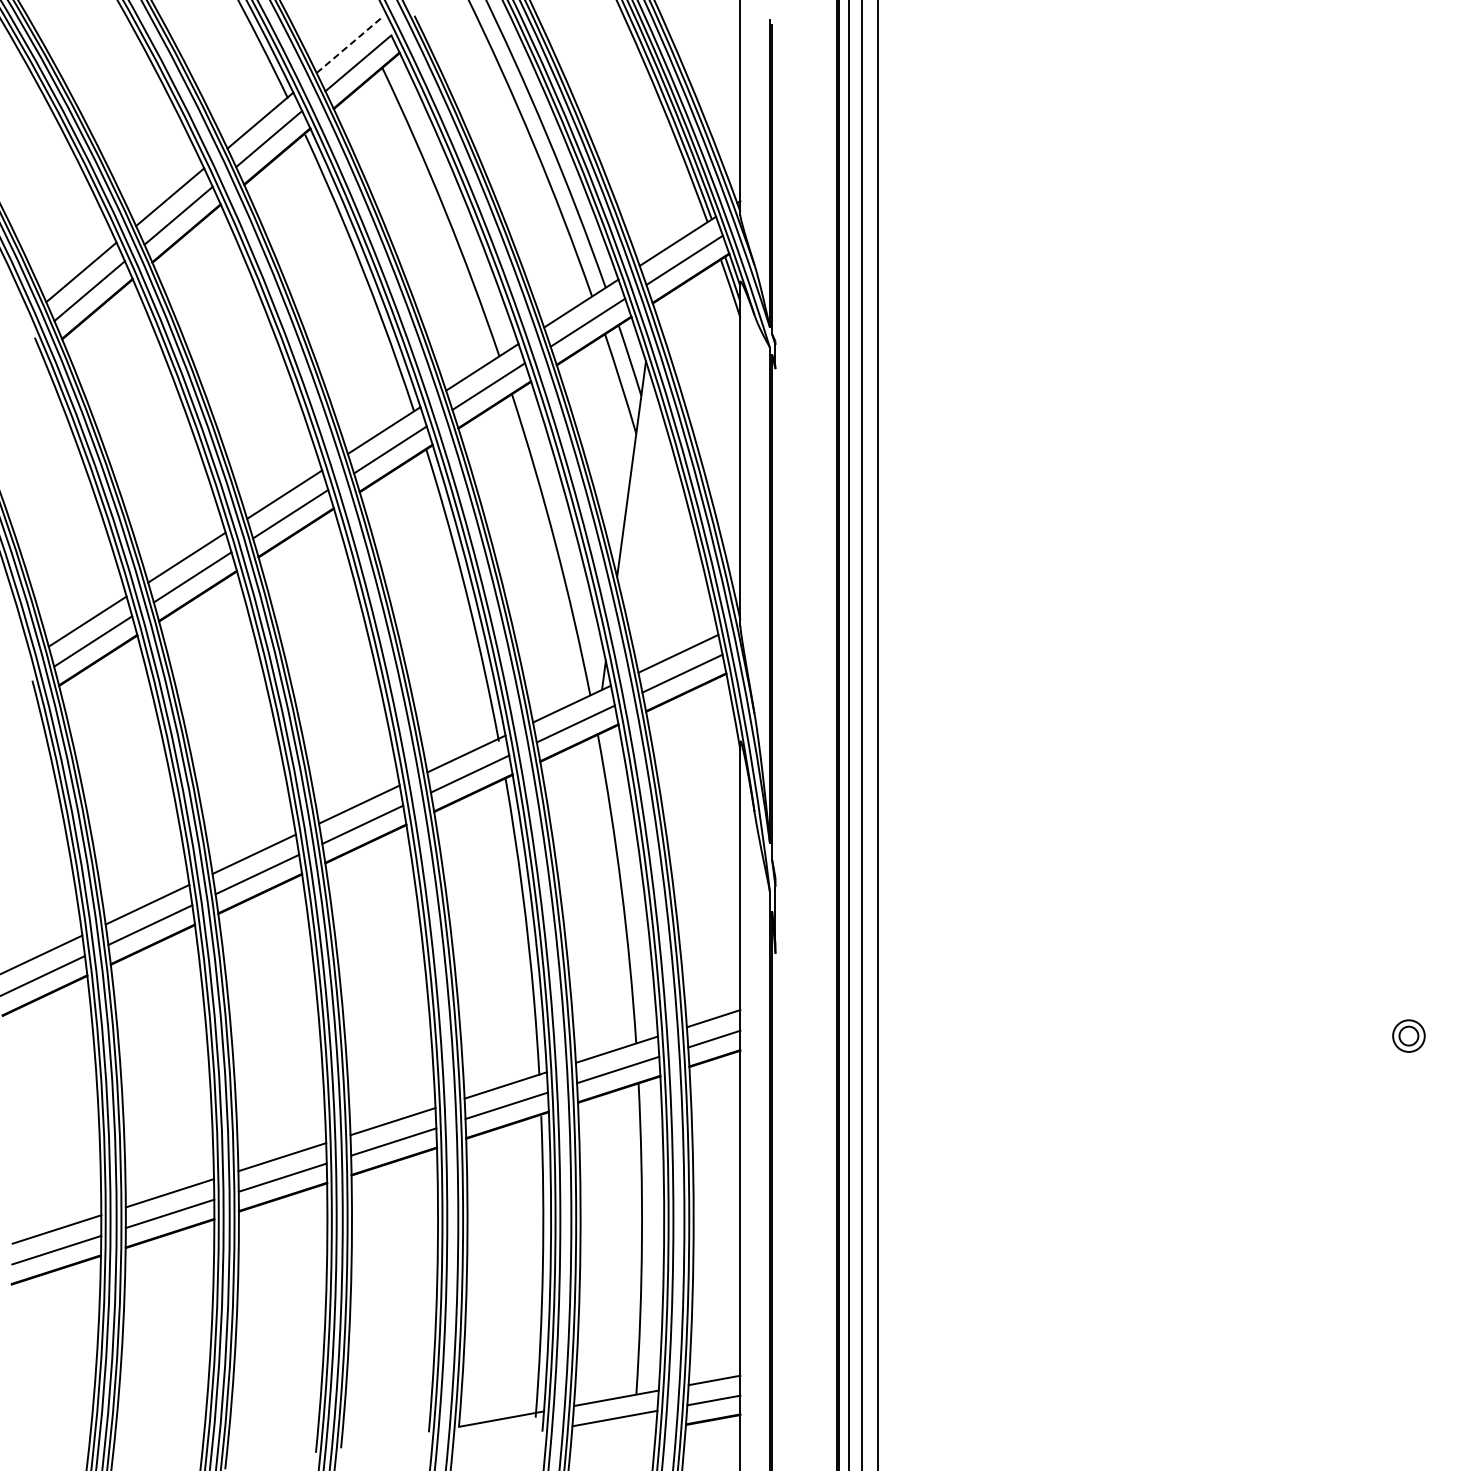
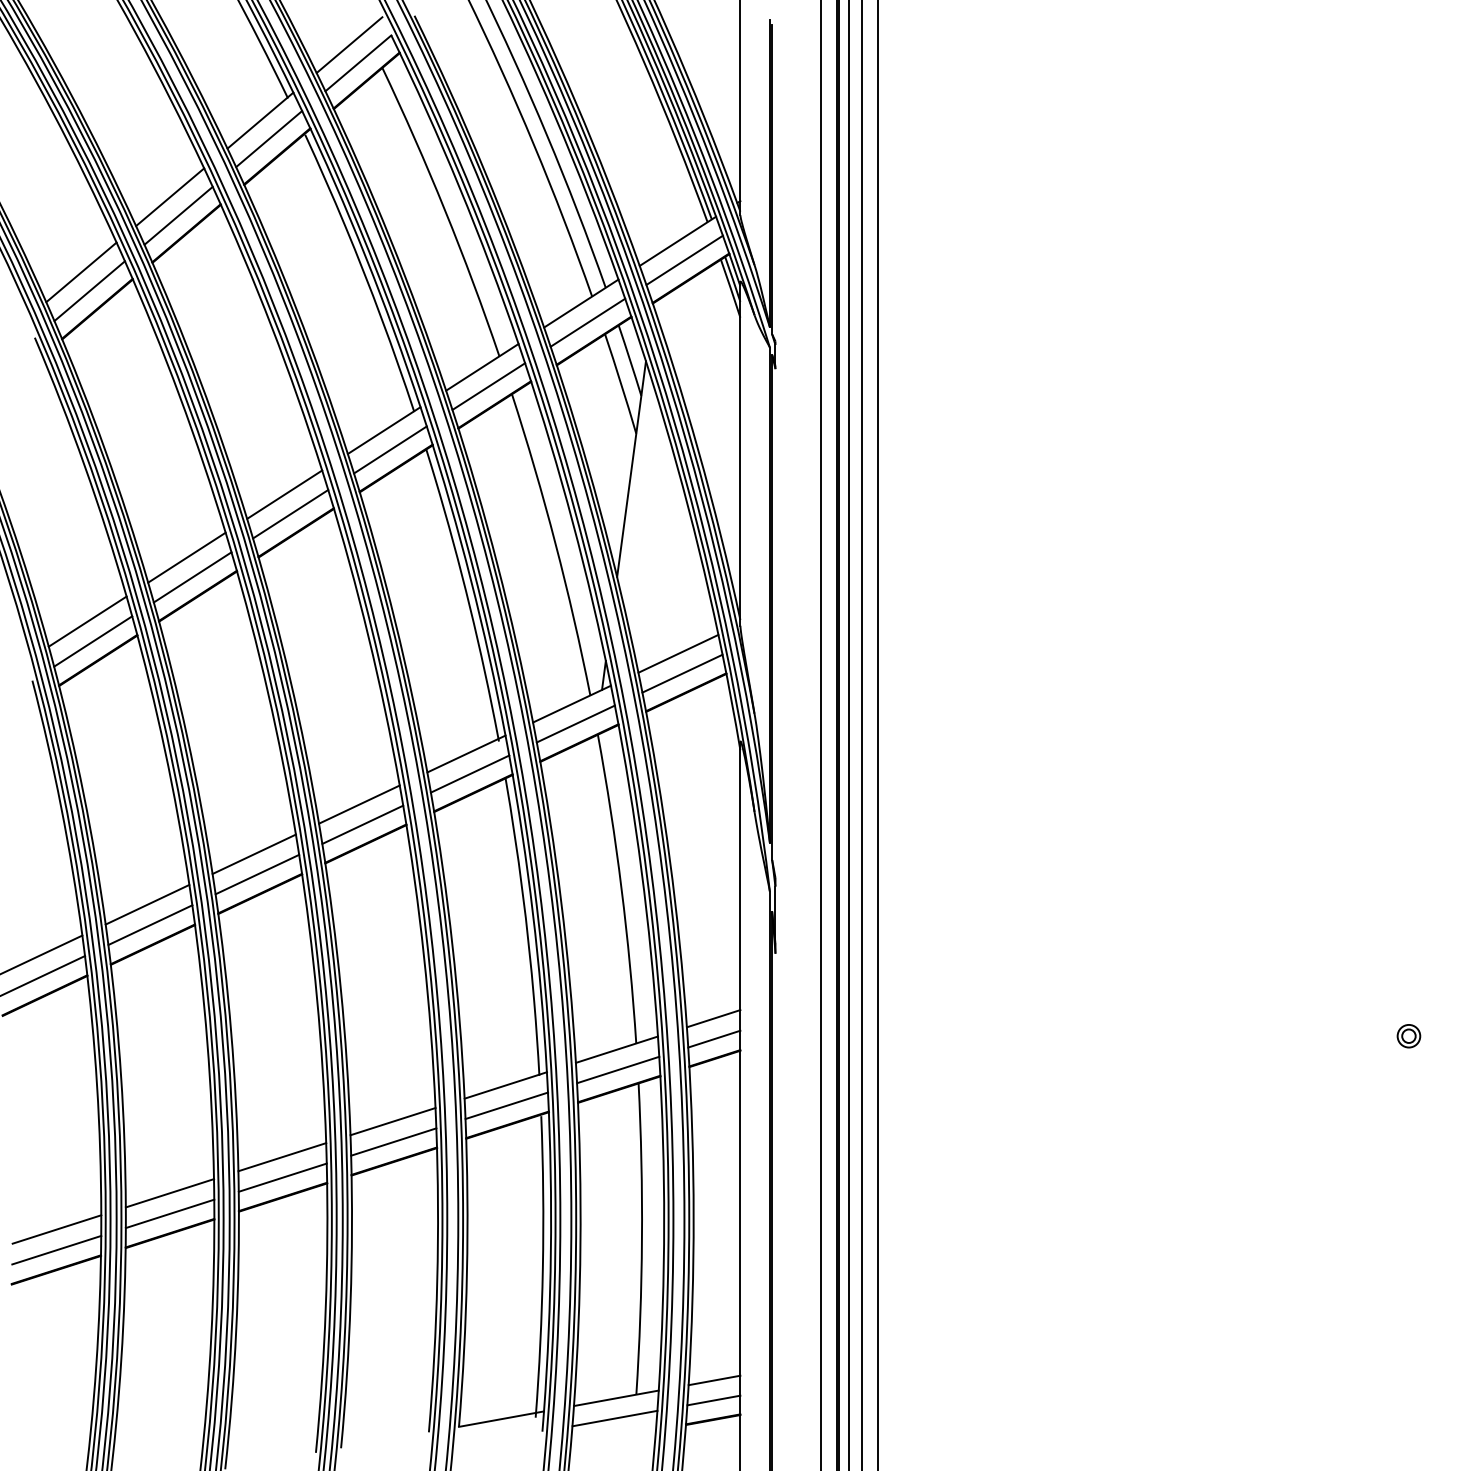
line at (349, 44): dashed -> solid
line at (821, 734): none -> present
part at (1408, 1035) size: 34x34 px -> 26x25 px
